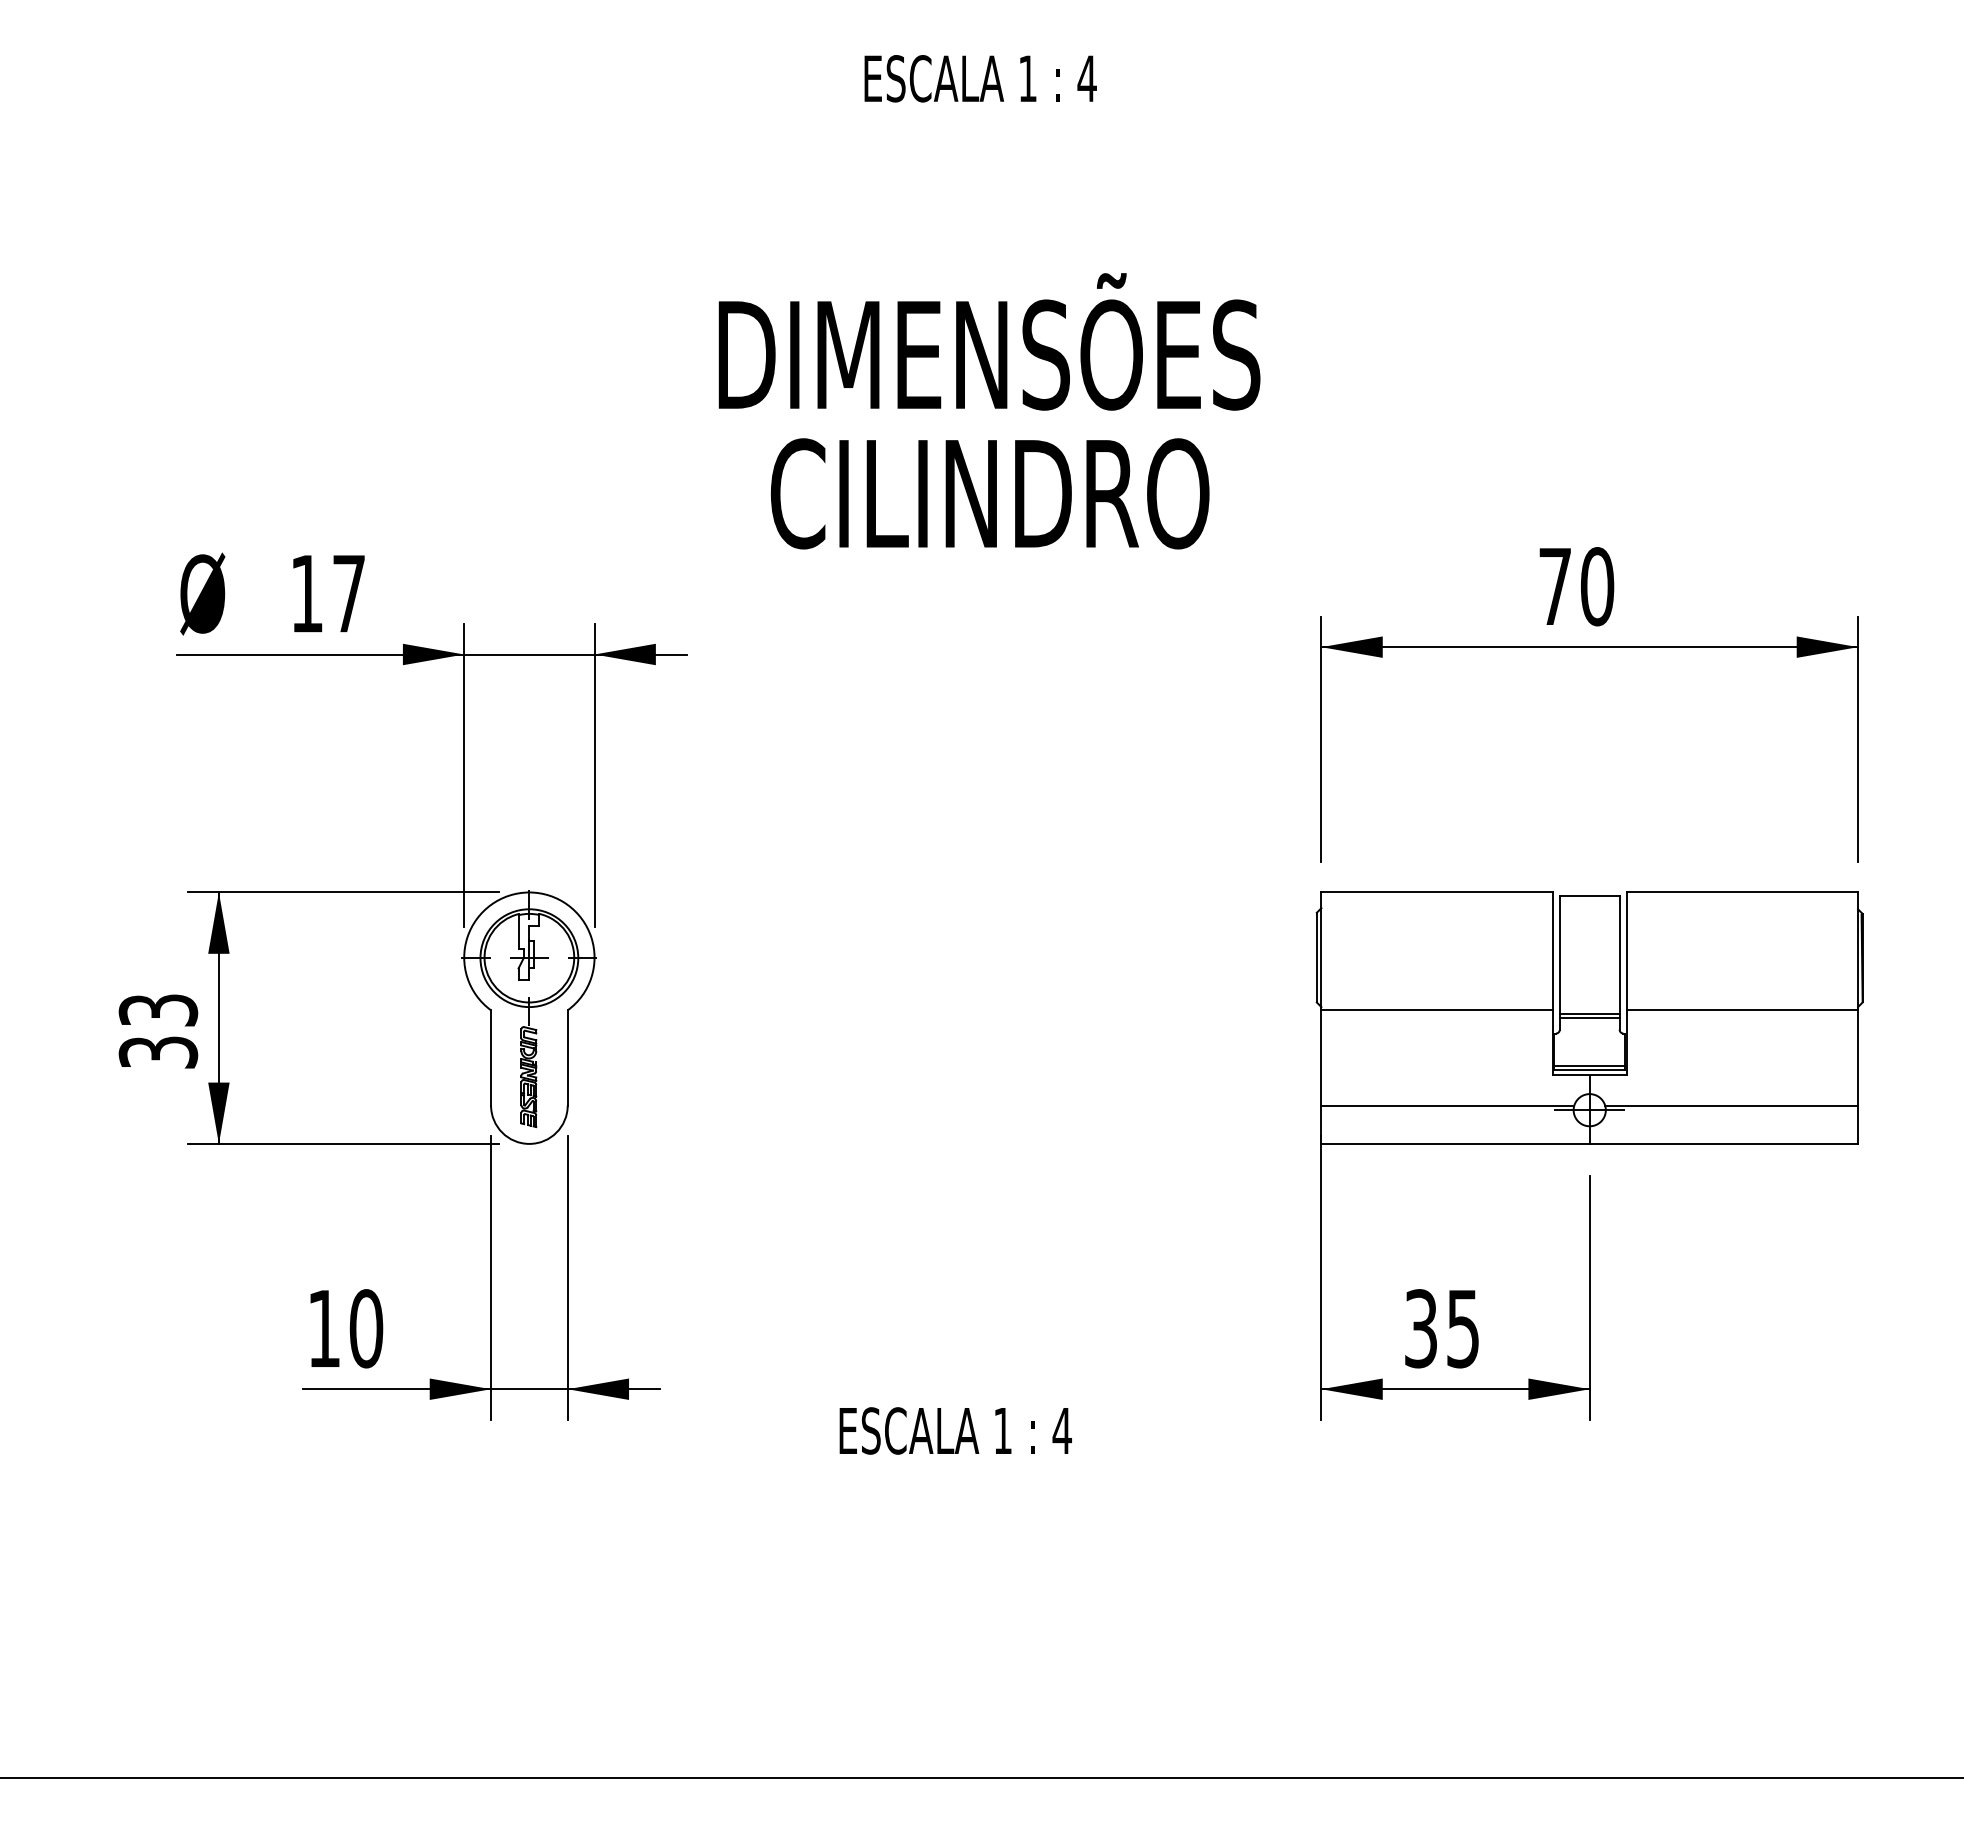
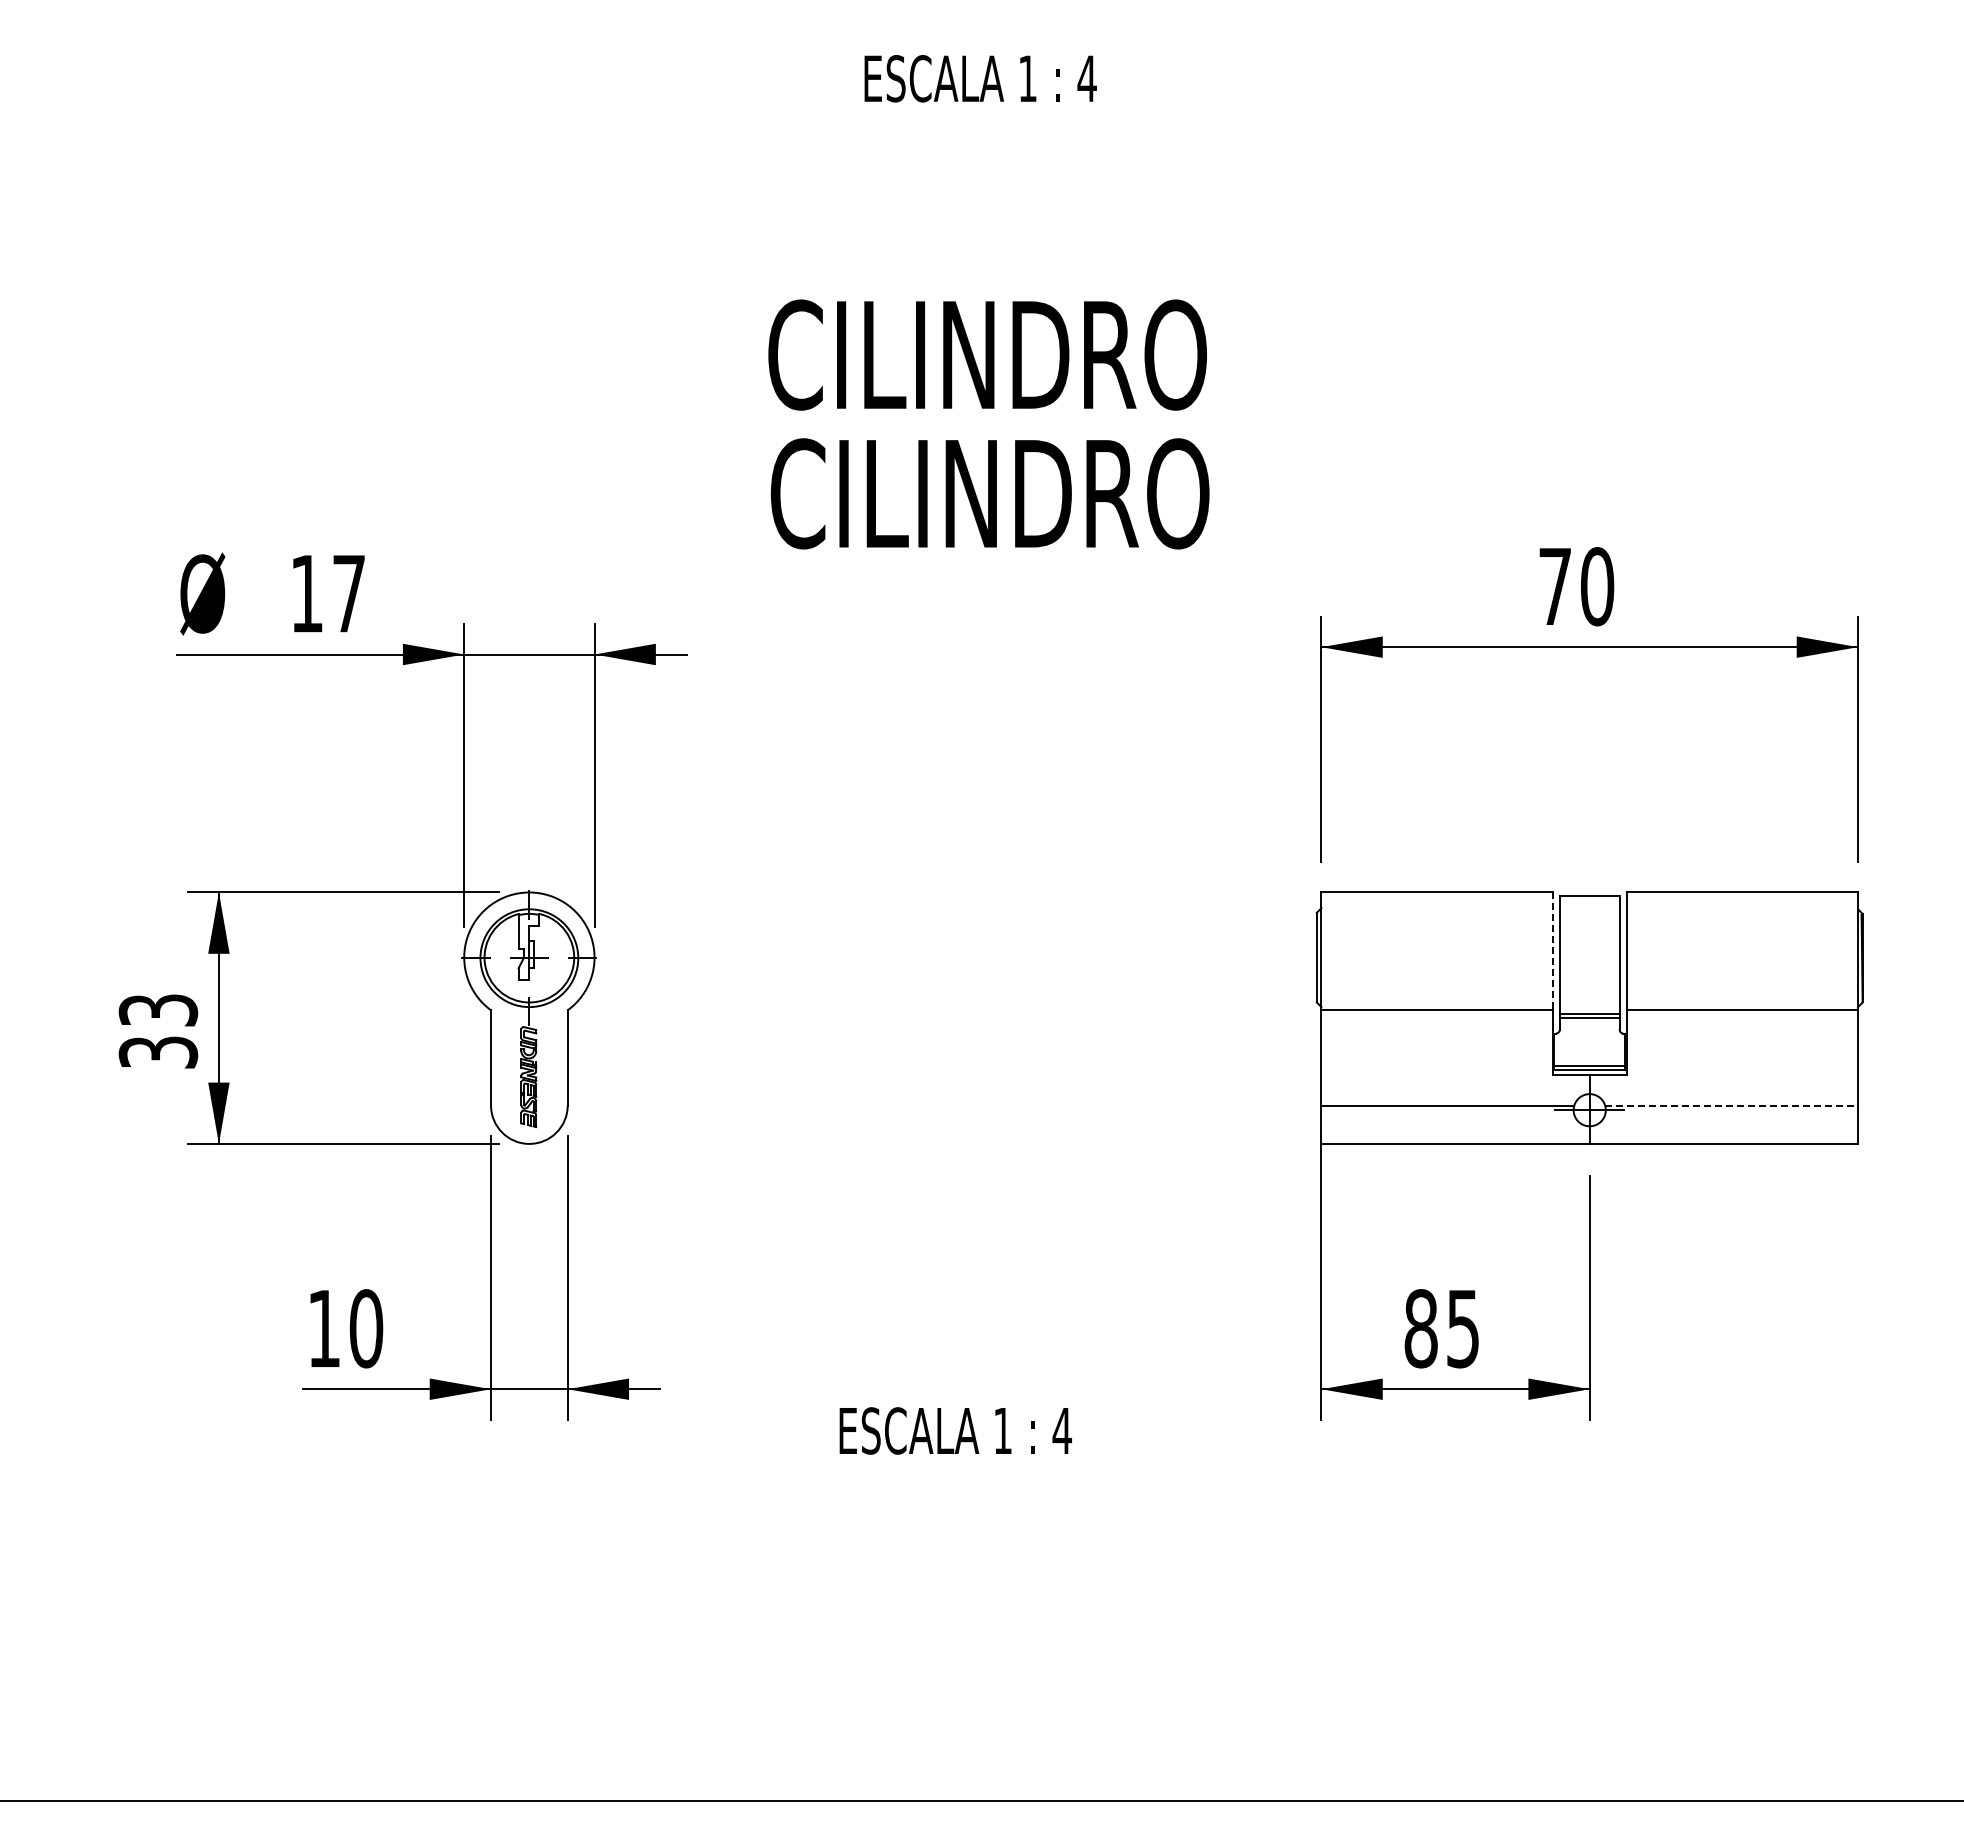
text at (989, 341): DIMENSÕES -> CILINDRO
line at (1552, 951): solid -> dashed
line at (1732, 1105): solid -> dashed
text at (1420, 1328): 35 -> 85
line at (981, 1778) position: (981, 1778) -> (981, 1801)
